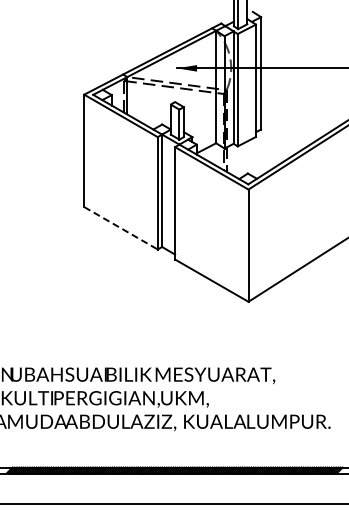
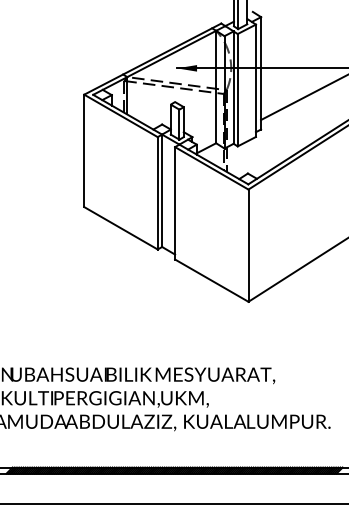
line at (303, 98): none -> present
line at (121, 228): dashed -> solid
